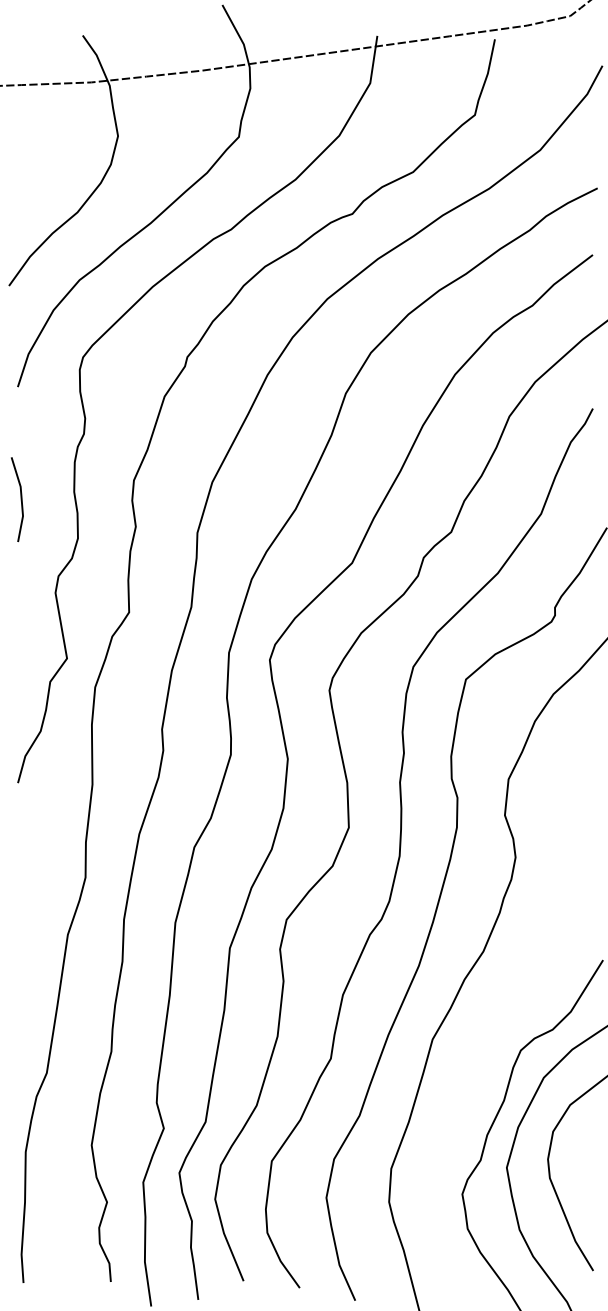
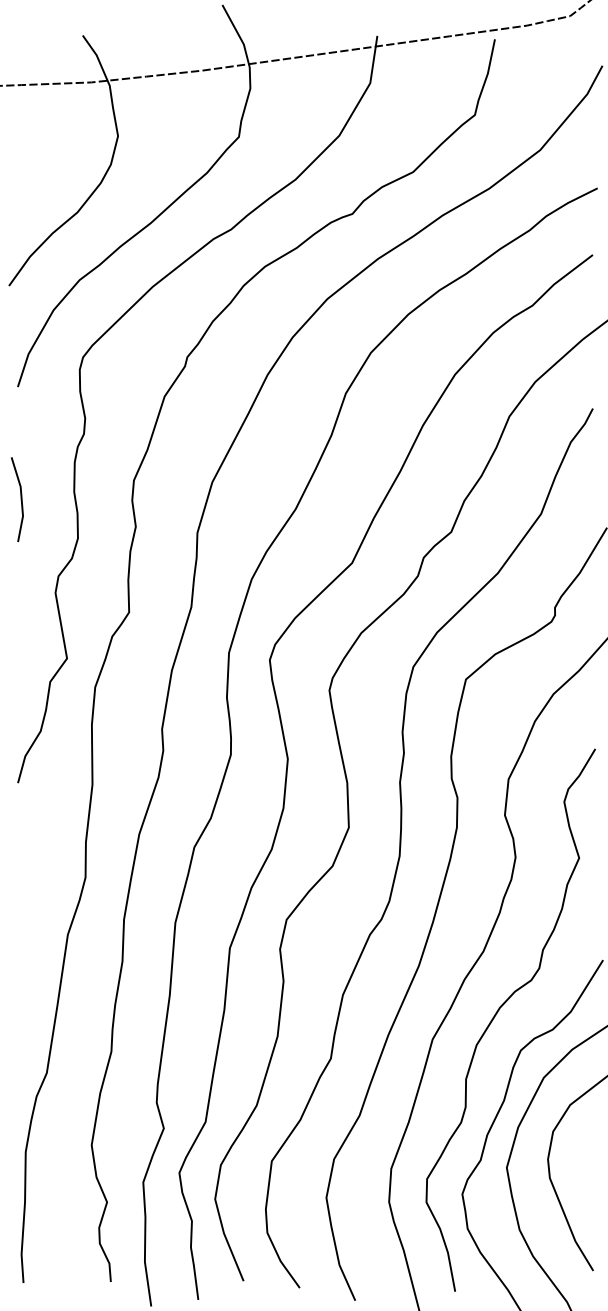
curve at (498, 1012): none -> present
